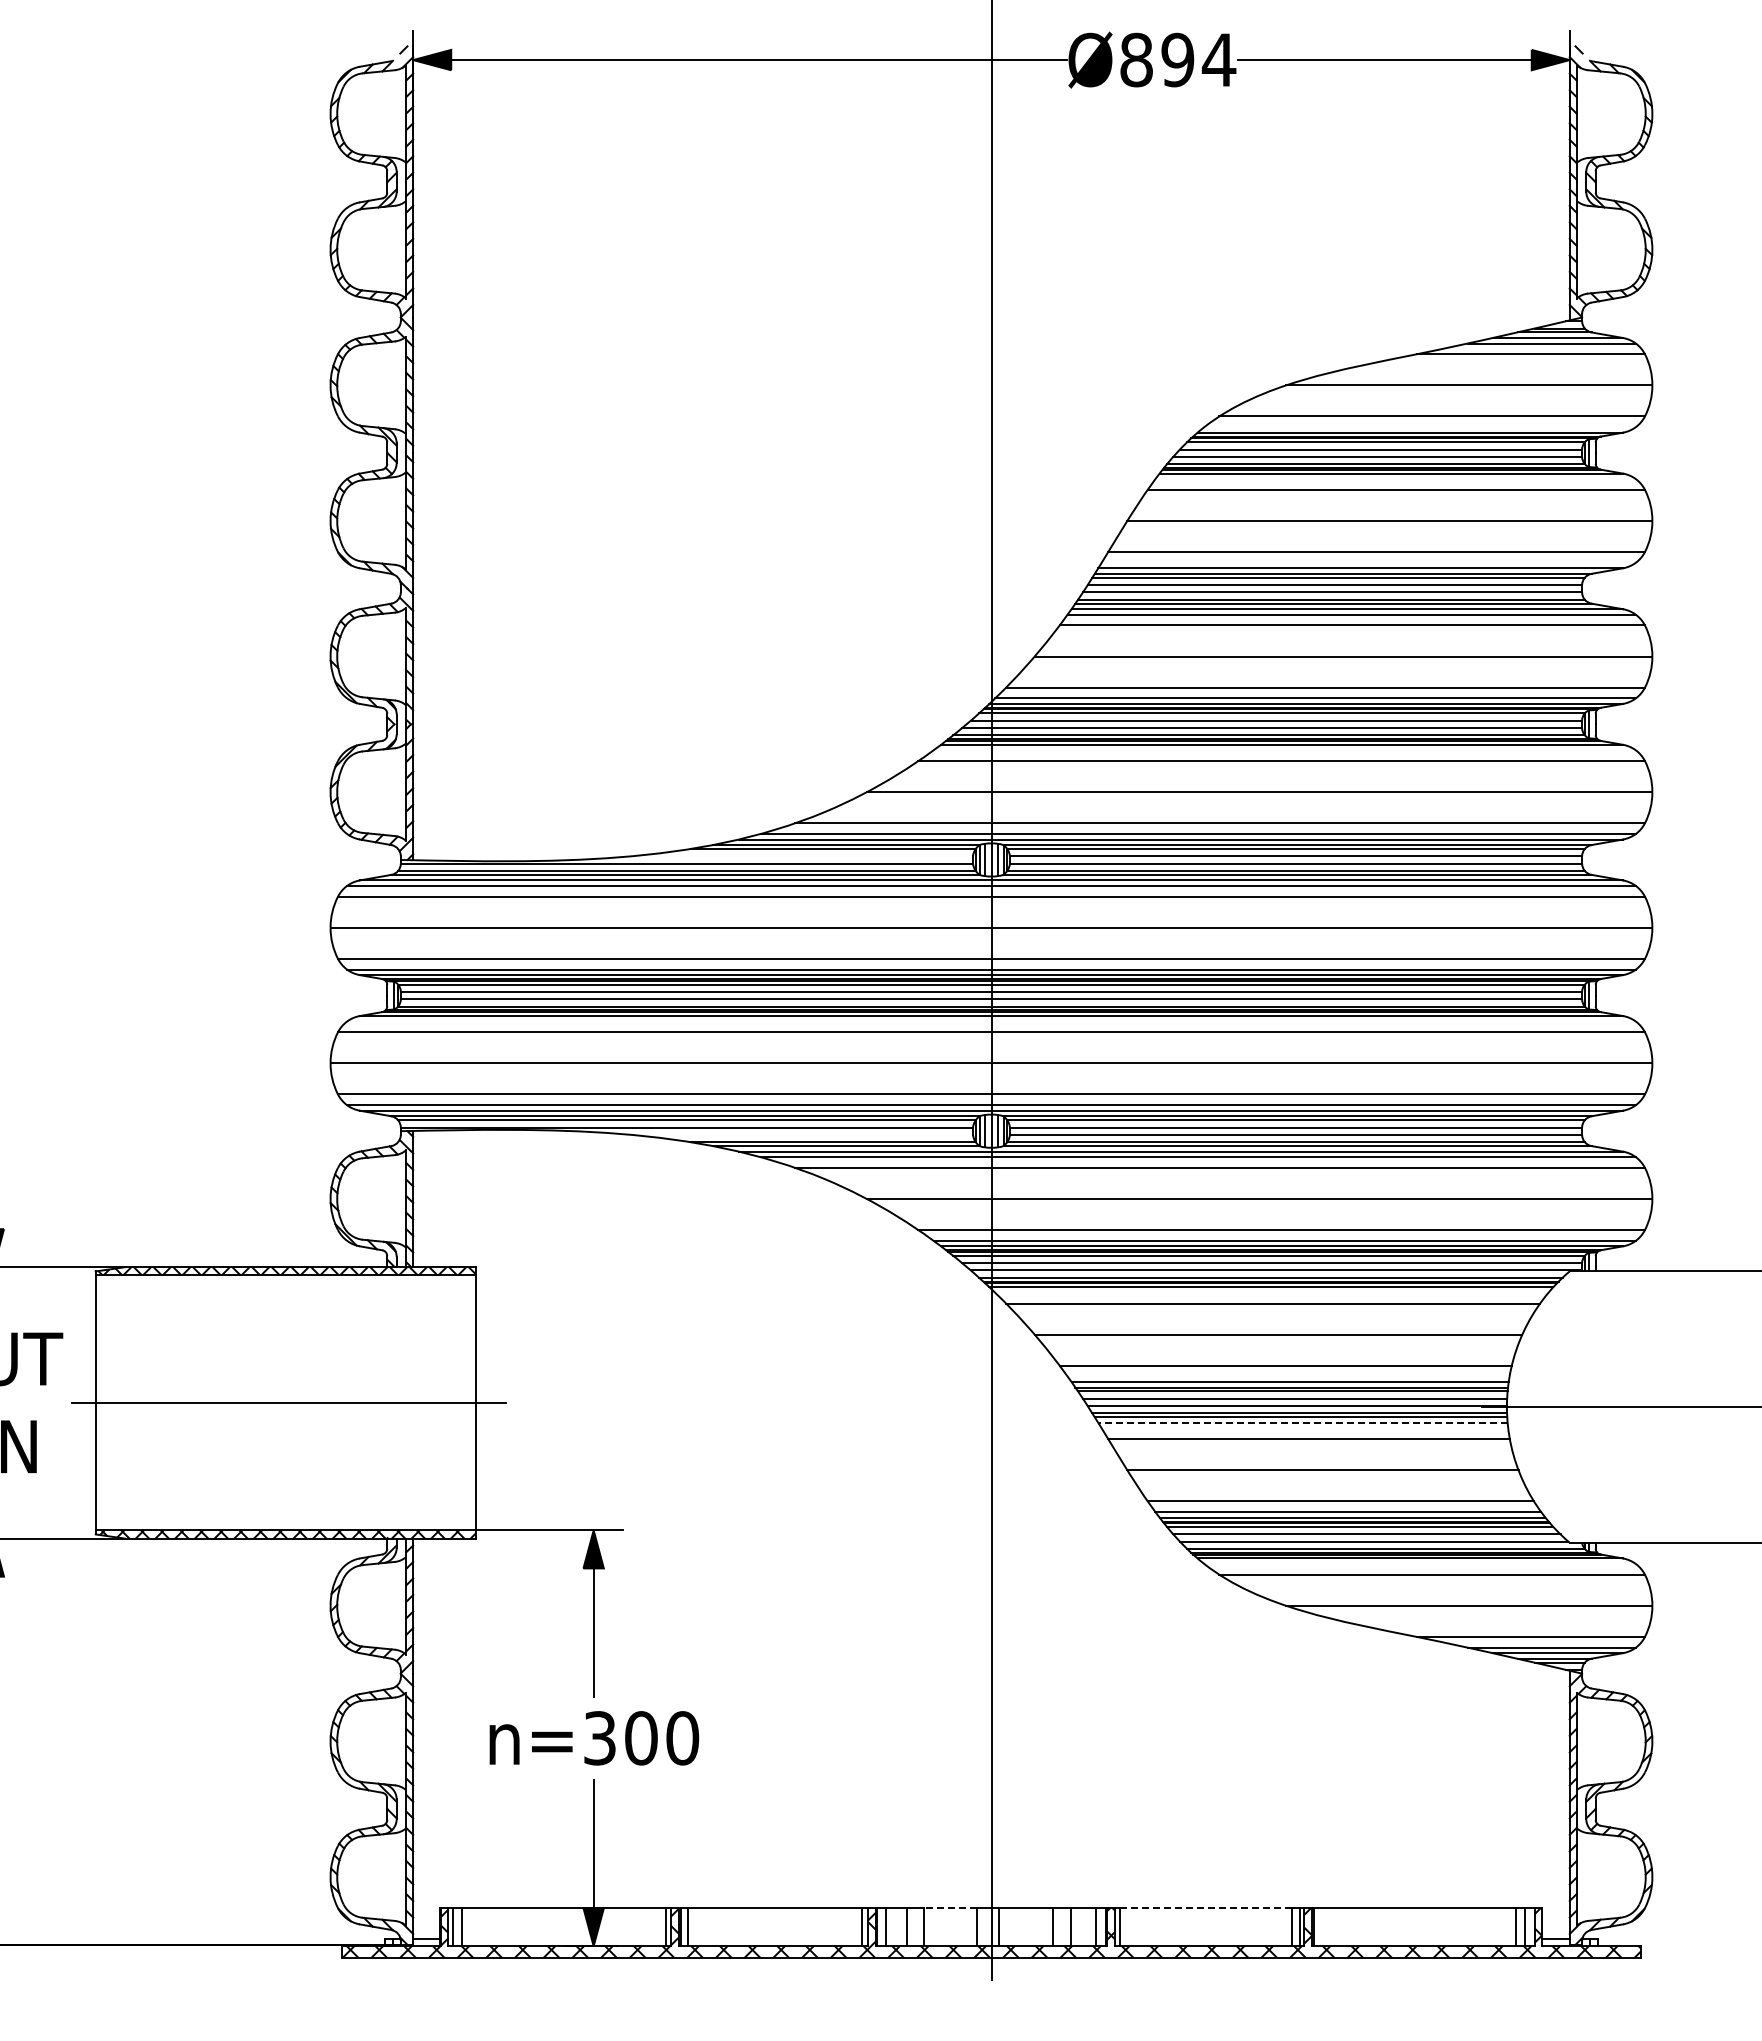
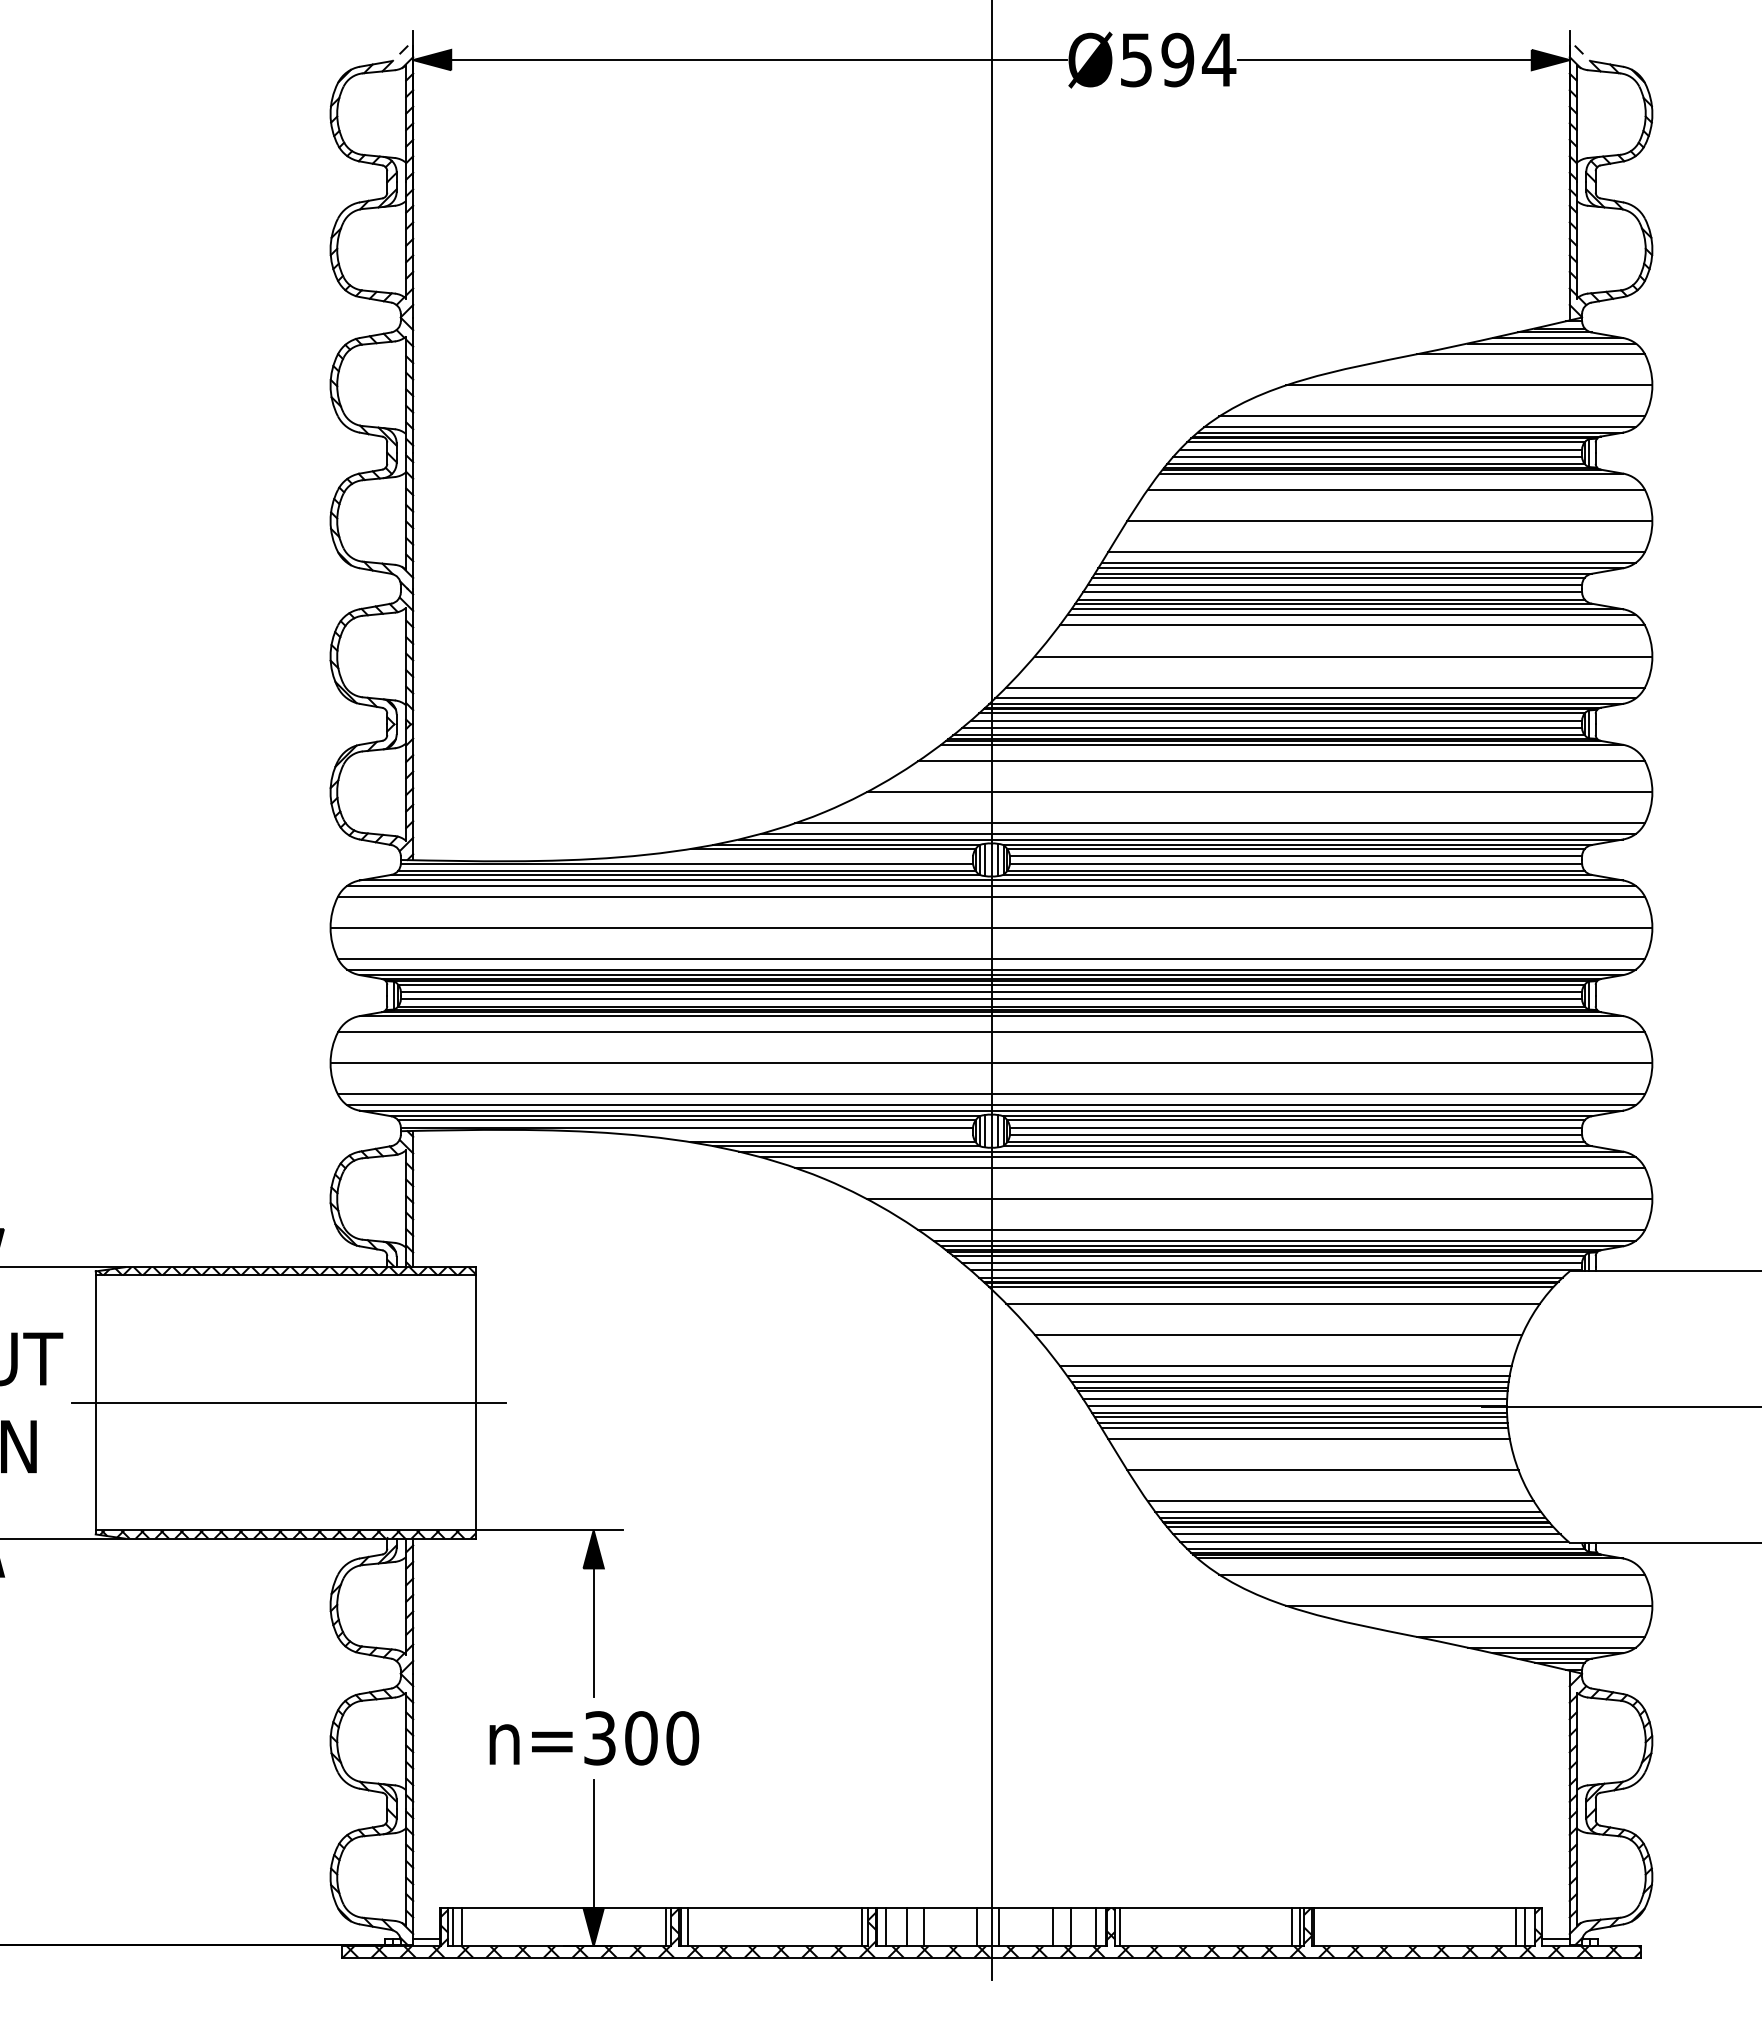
text at (1136, 59): Ø894 -> Ø594
line at (1419, 427): none -> present
line at (1368, 562): none -> present
line at (1288, 1376): none -> present
line at (1302, 1422): dashed -> solid
line at (1304, 1428): none -> present
line at (950, 1907): dashed -> solid
line at (1206, 1907): dashed -> solid
